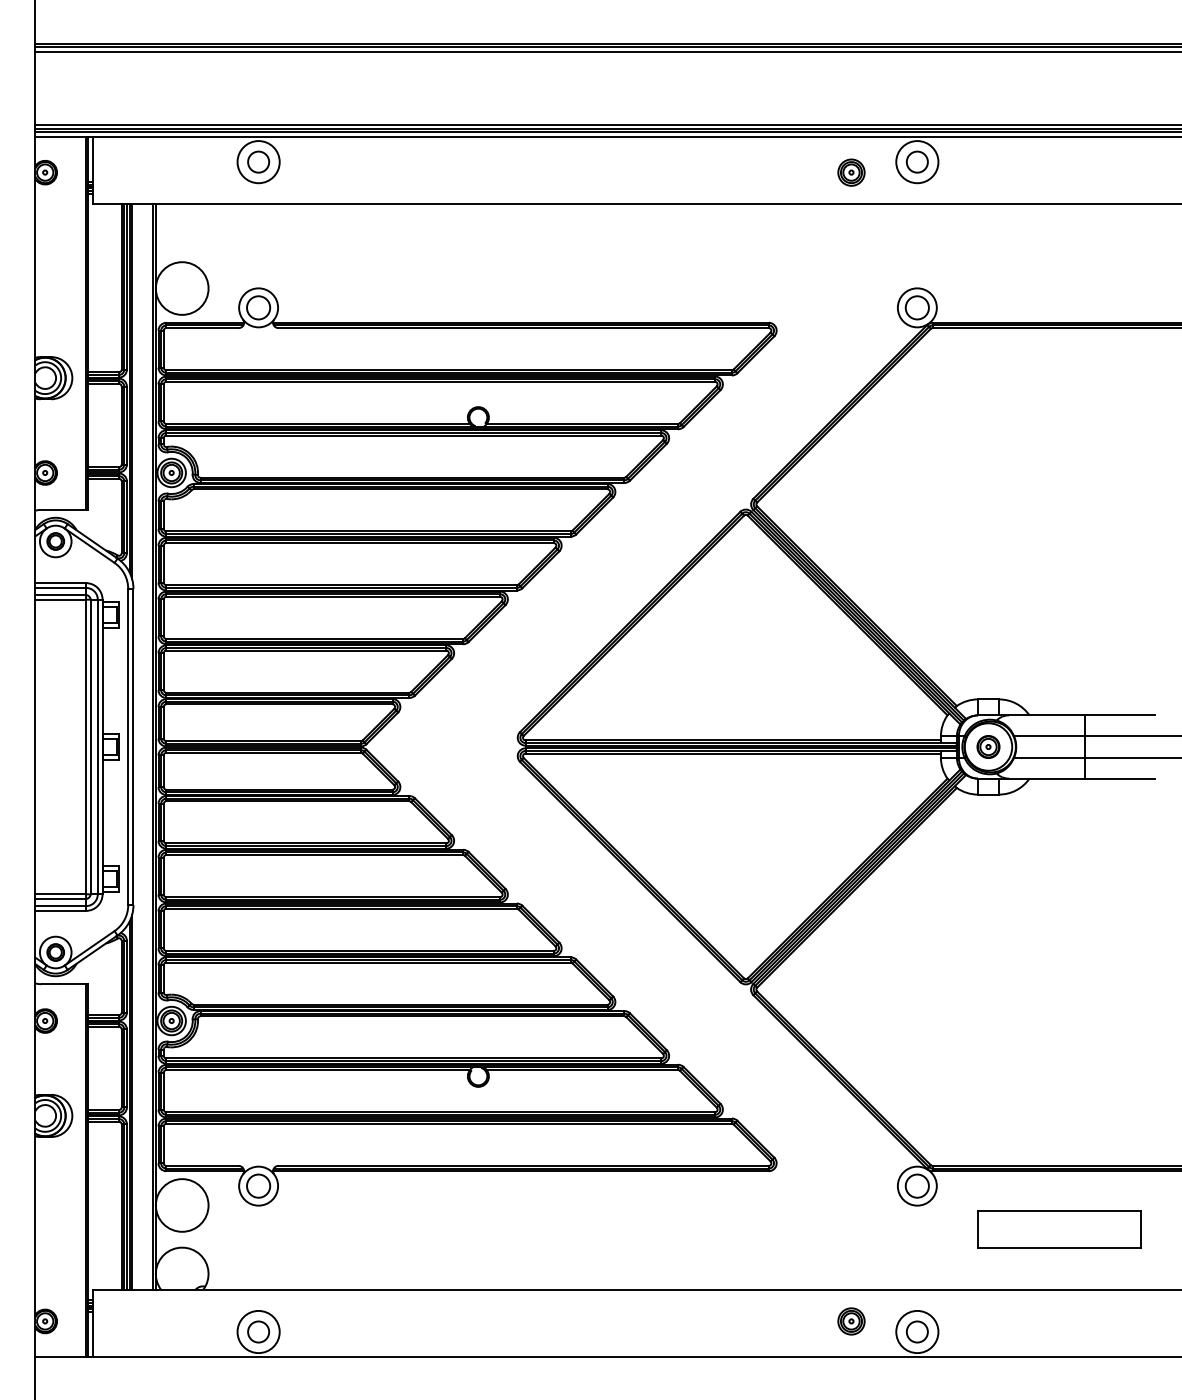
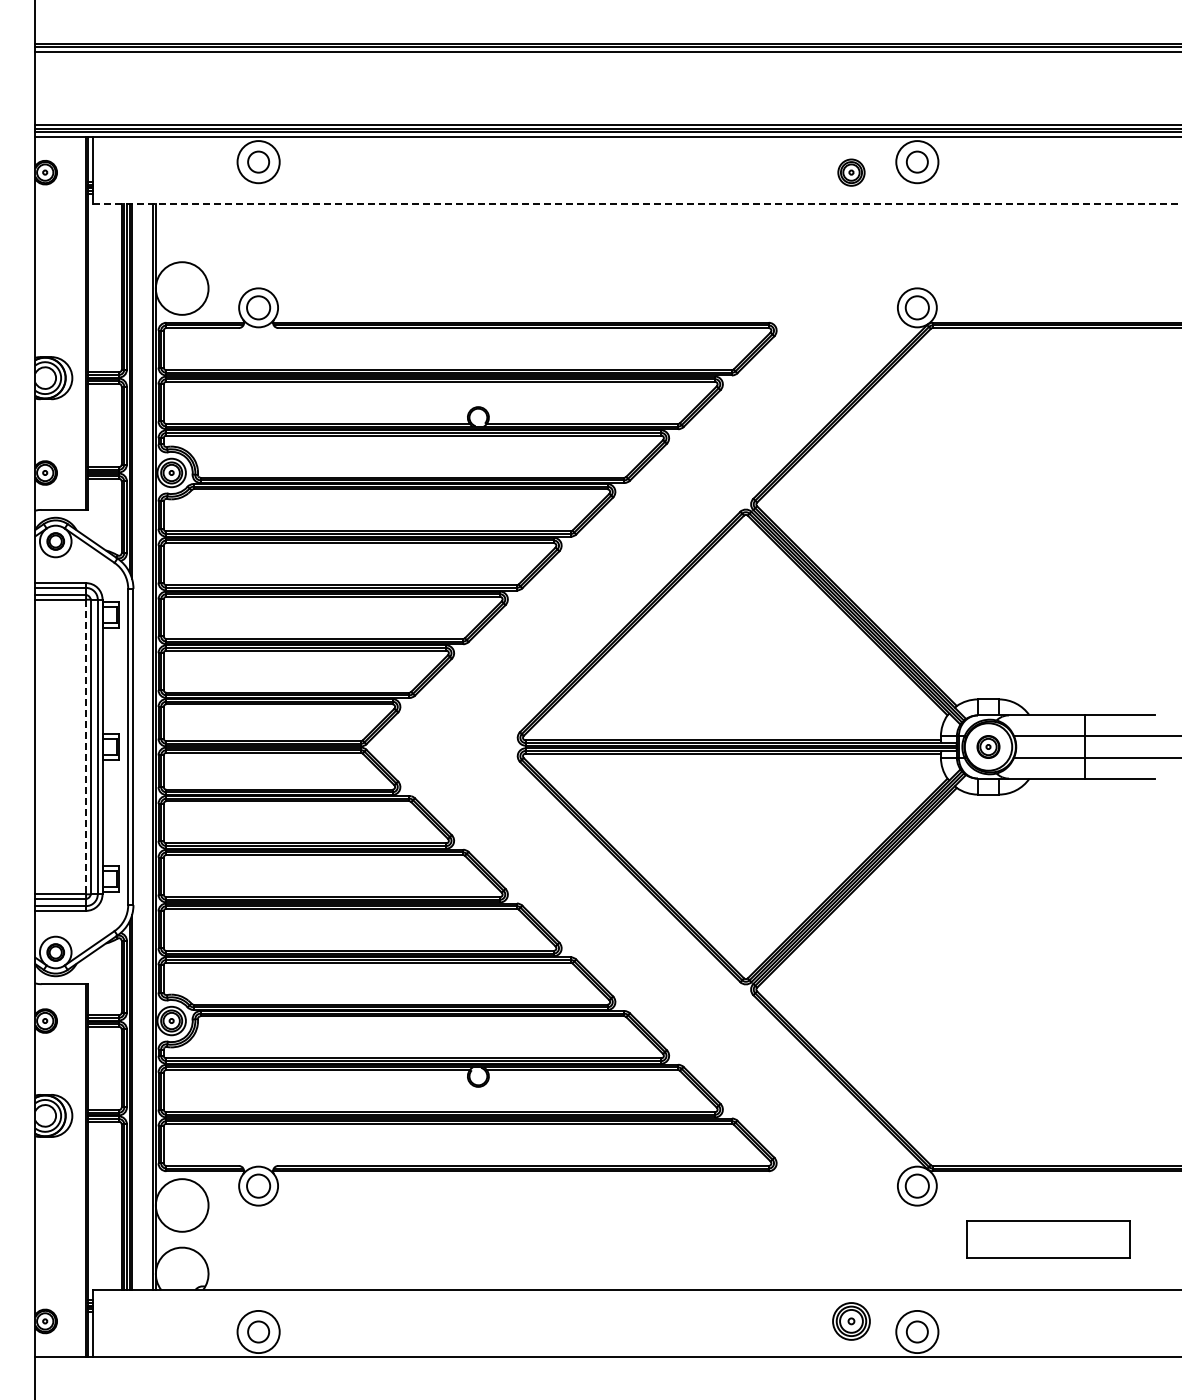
line at (637, 204): solid -> dashed
line at (86, 747): solid -> dashed
part at (1059, 1229) position: (1059, 1229) -> (1048, 1239)
part at (851, 1321) size: 29x29 px -> 39x39 px
